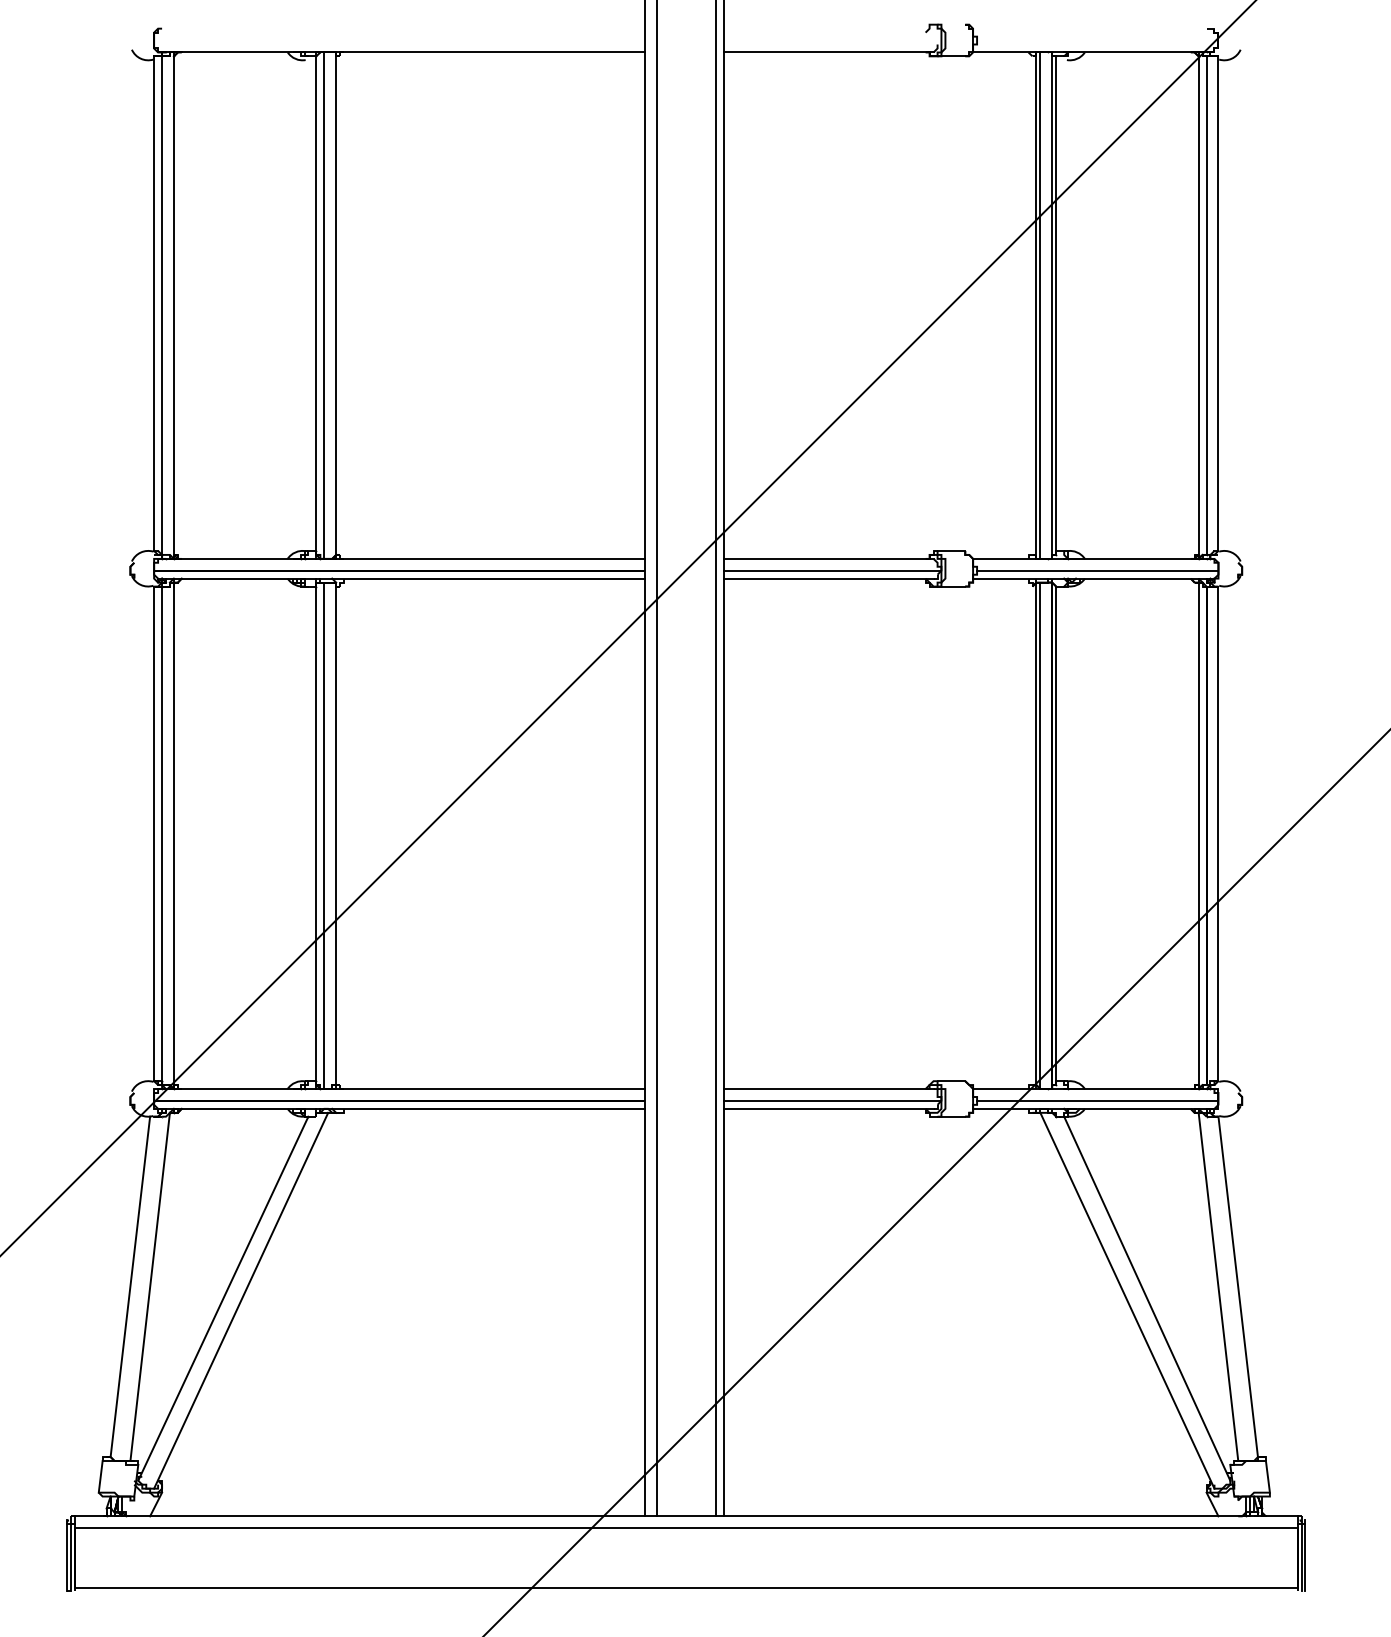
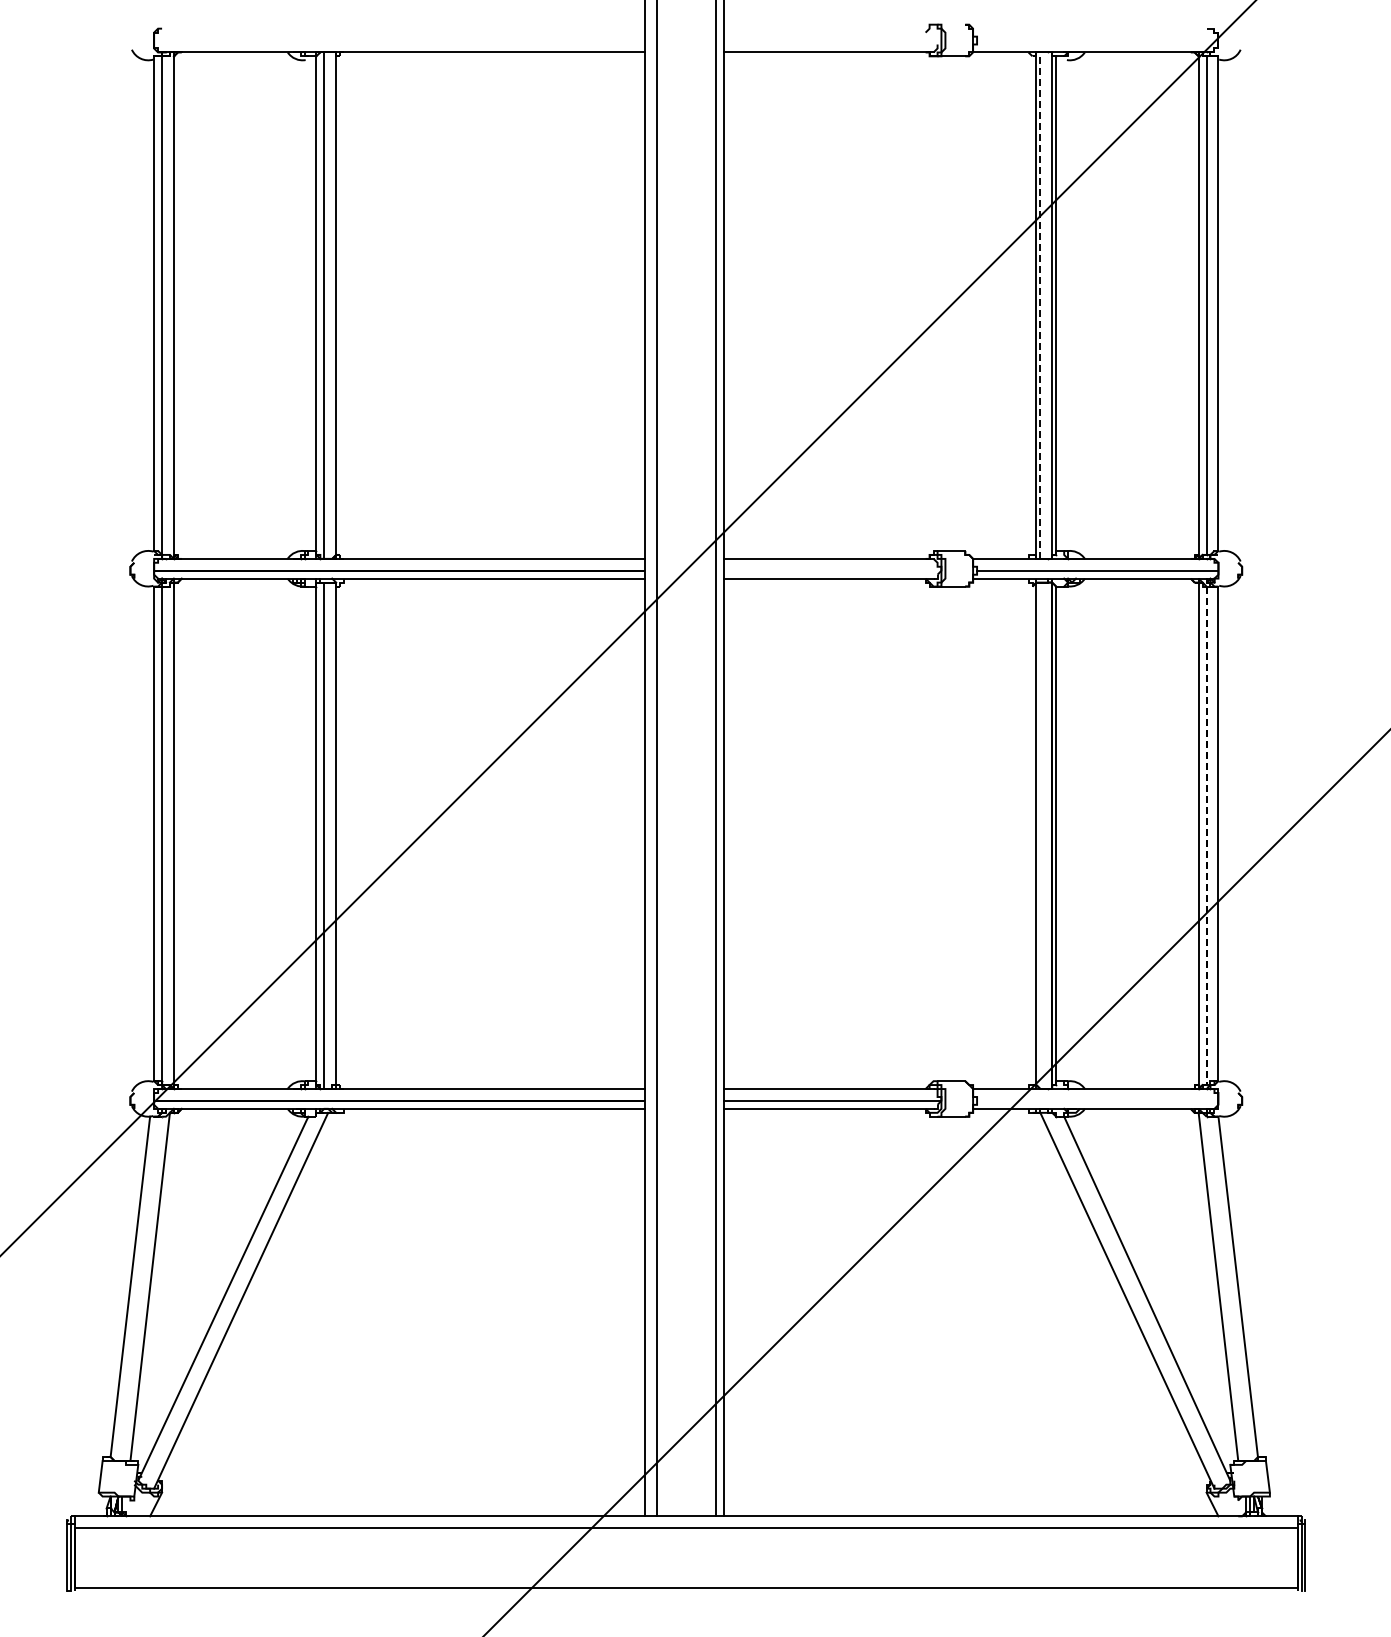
line at (1040, 305): solid -> dashed
line at (832, 570): present -> none
line at (1040, 835): present -> none
line at (1206, 1085): solid -> dashed
line at (1097, 1100): present -> none
